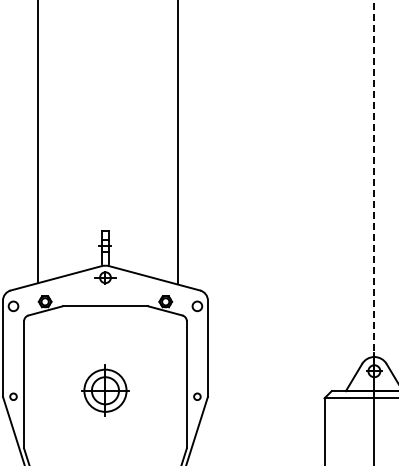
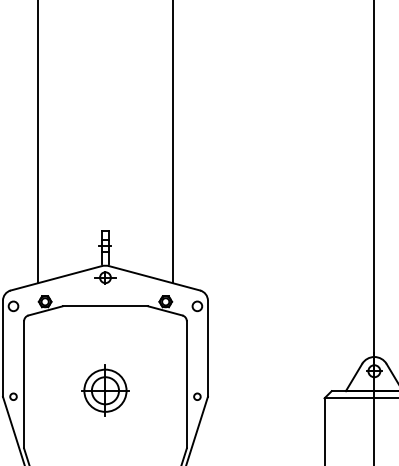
line at (178, 142) position: (178, 142) -> (173, 142)
line at (374, 186): dashed -> solid
